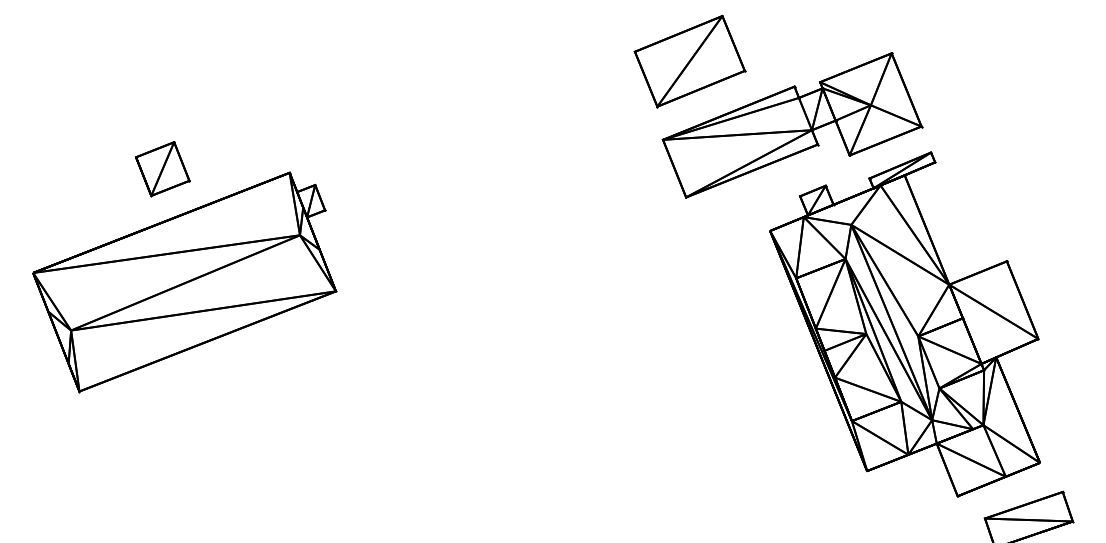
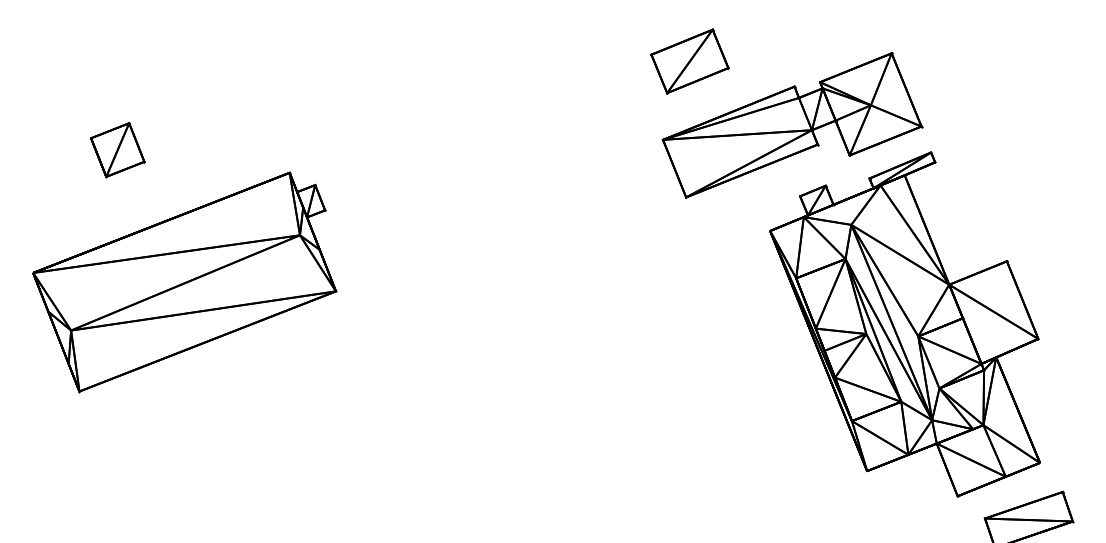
part at (689, 61) size: 114x95 px -> 80x67 px
part at (162, 169) position: (162, 169) -> (117, 150)
